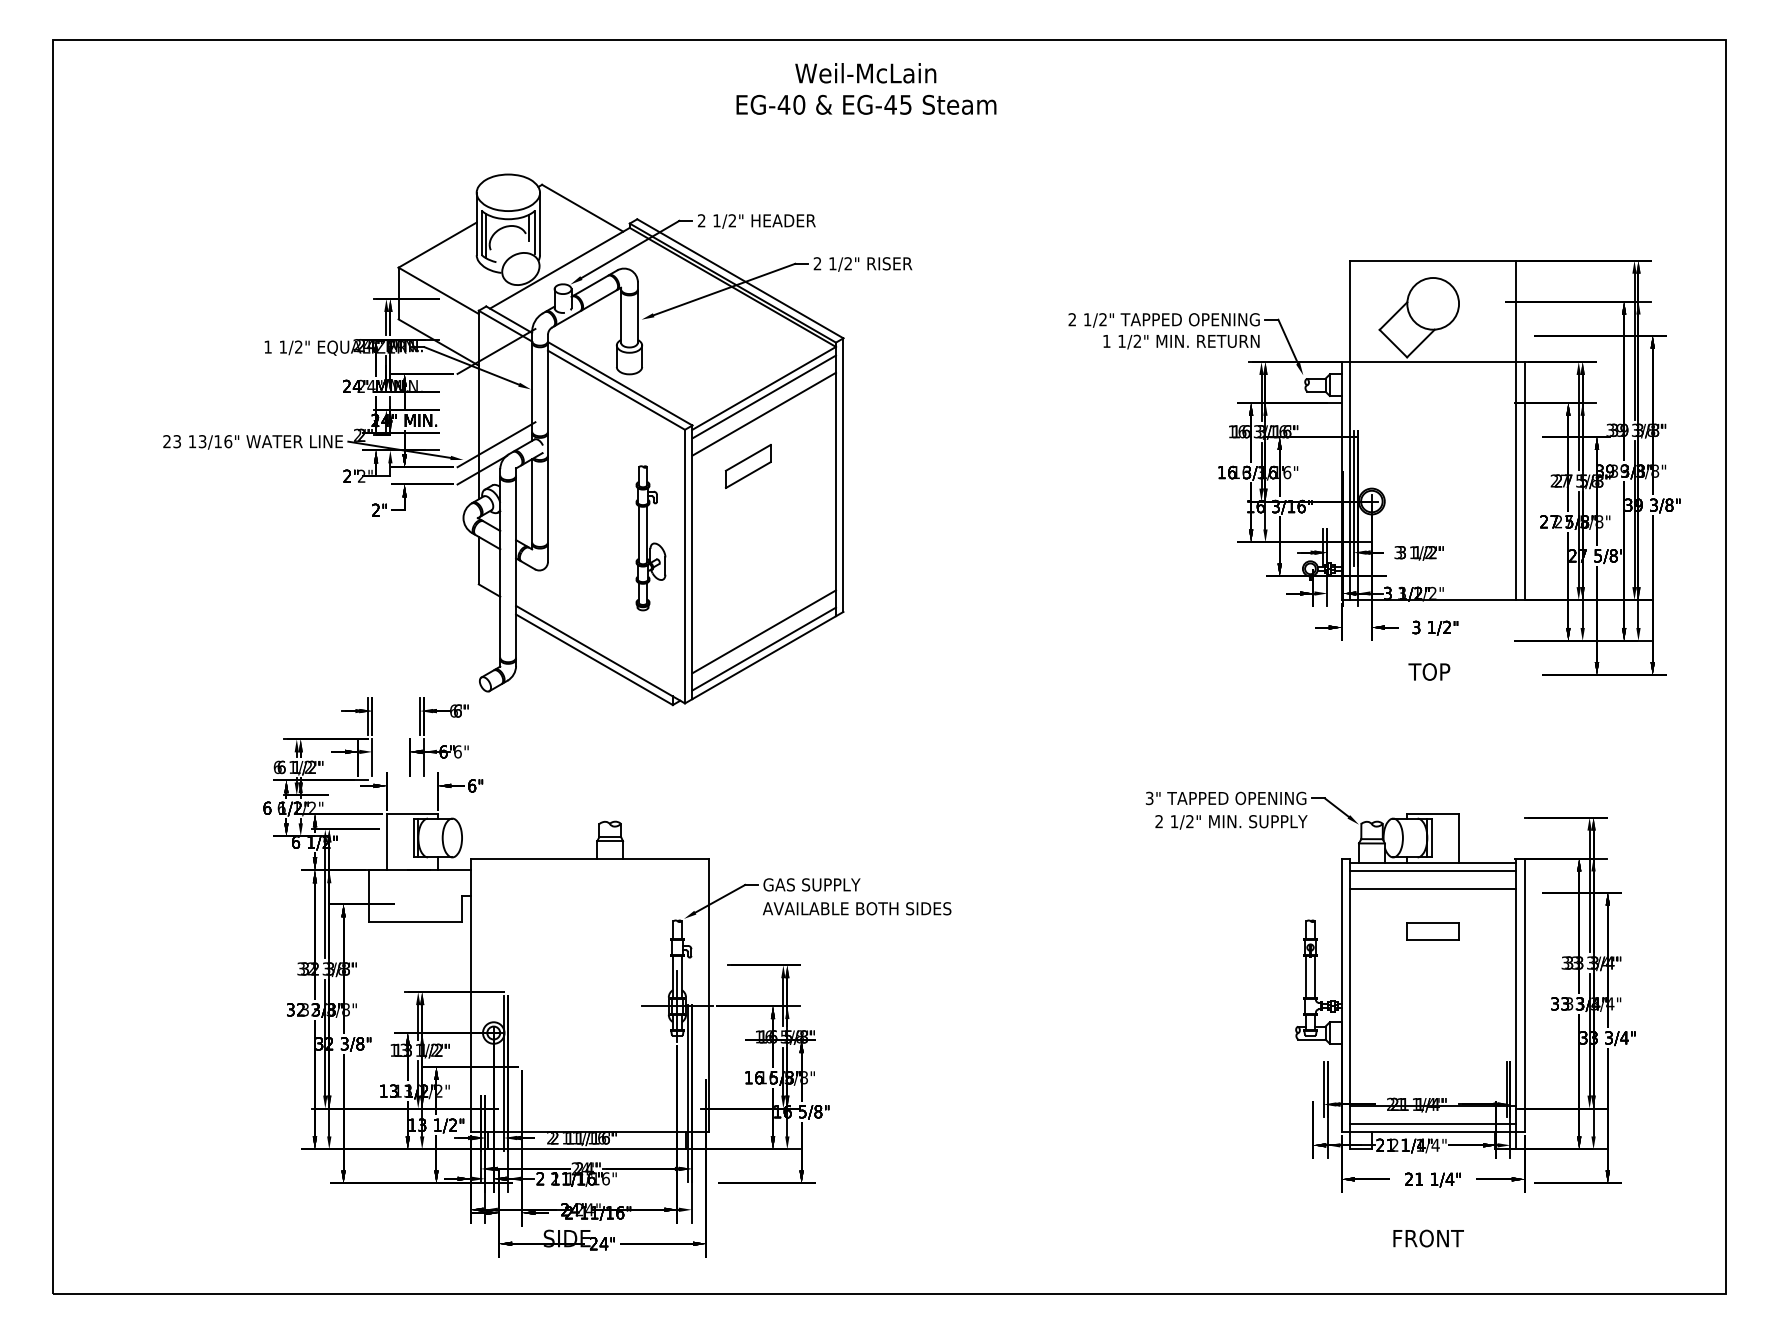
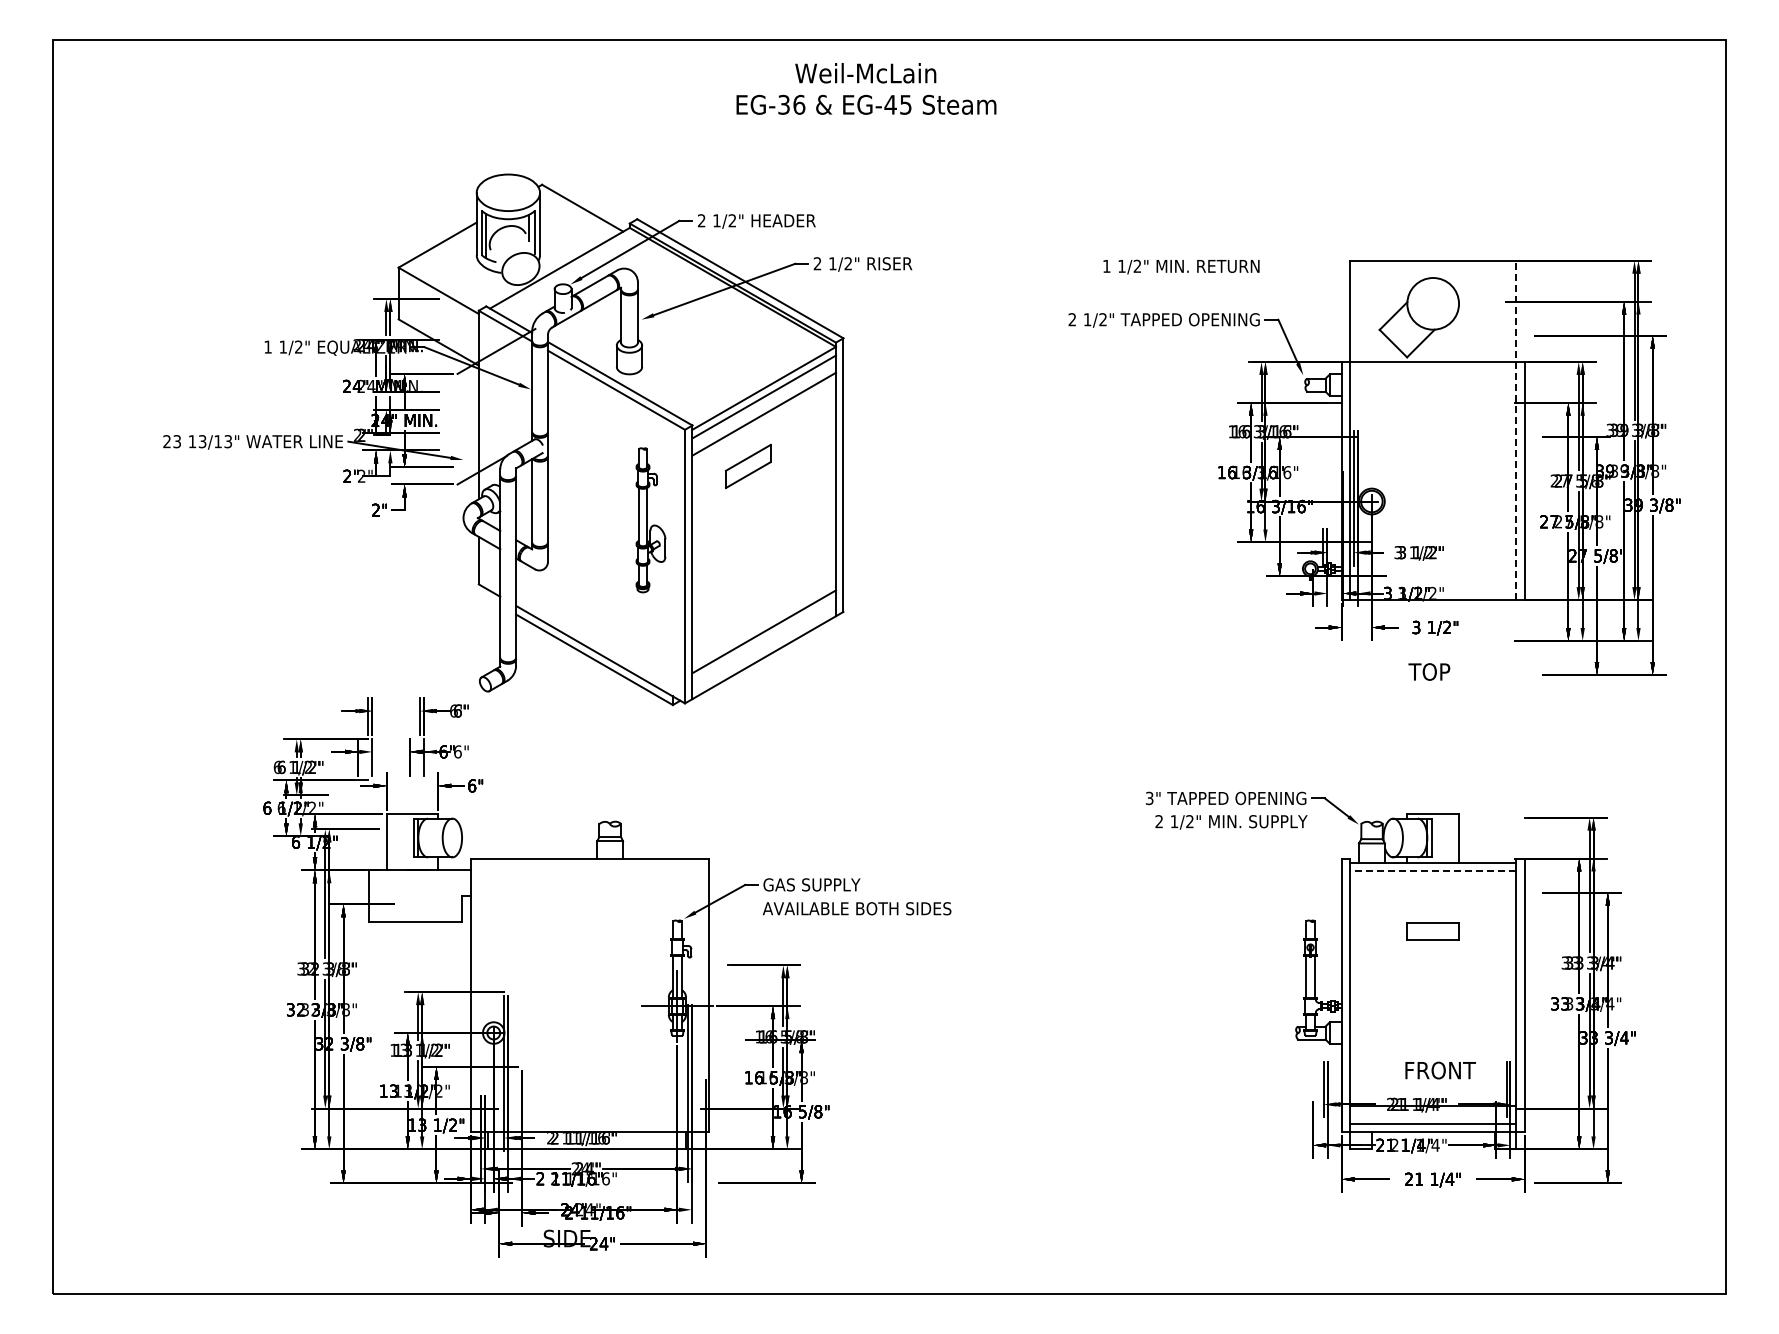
text at (791, 104): EG-40 -> EG-36
text at (1181, 341) position: (1181, 341) -> (1181, 266)
line at (1516, 430): solid -> dashed
text at (228, 441): 13/16" -> 13/13"
line at (496, 444): present -> none
part at (650, 538) position: (650, 538) -> (650, 520)
line at (763, 648): present -> none
line at (1433, 871): solid -> dashed
line at (1433, 888): present -> none
text at (1428, 1238) position: (1428, 1238) -> (1440, 1070)
